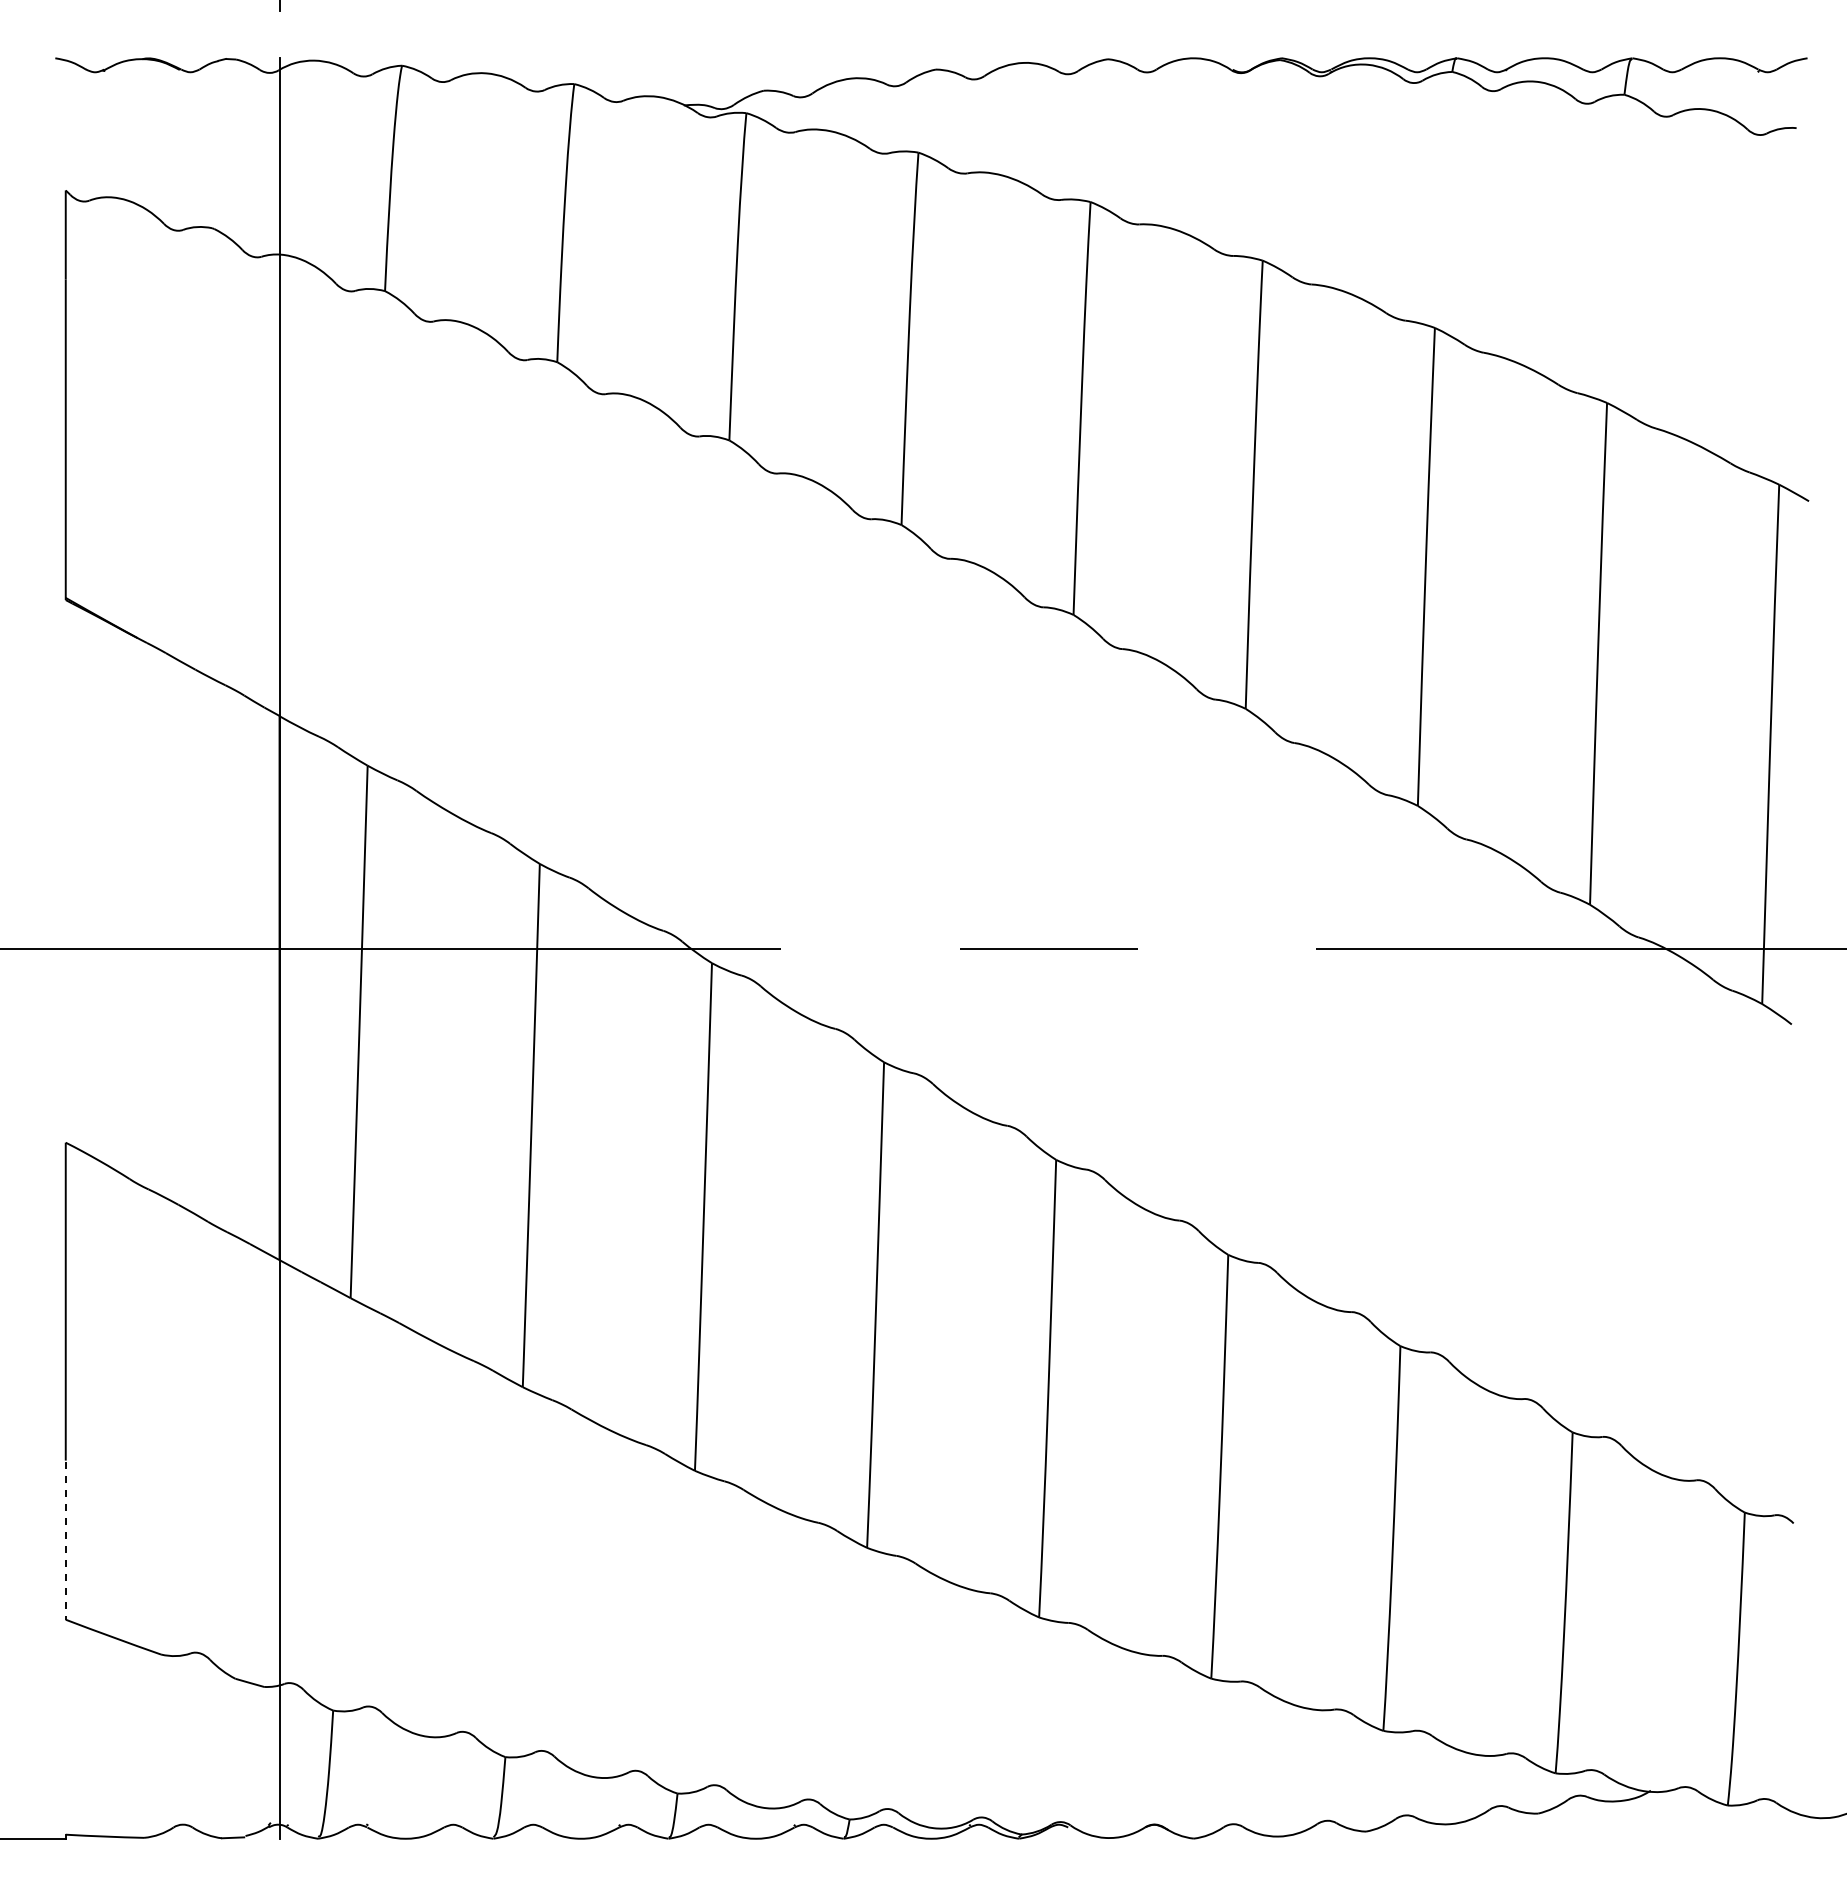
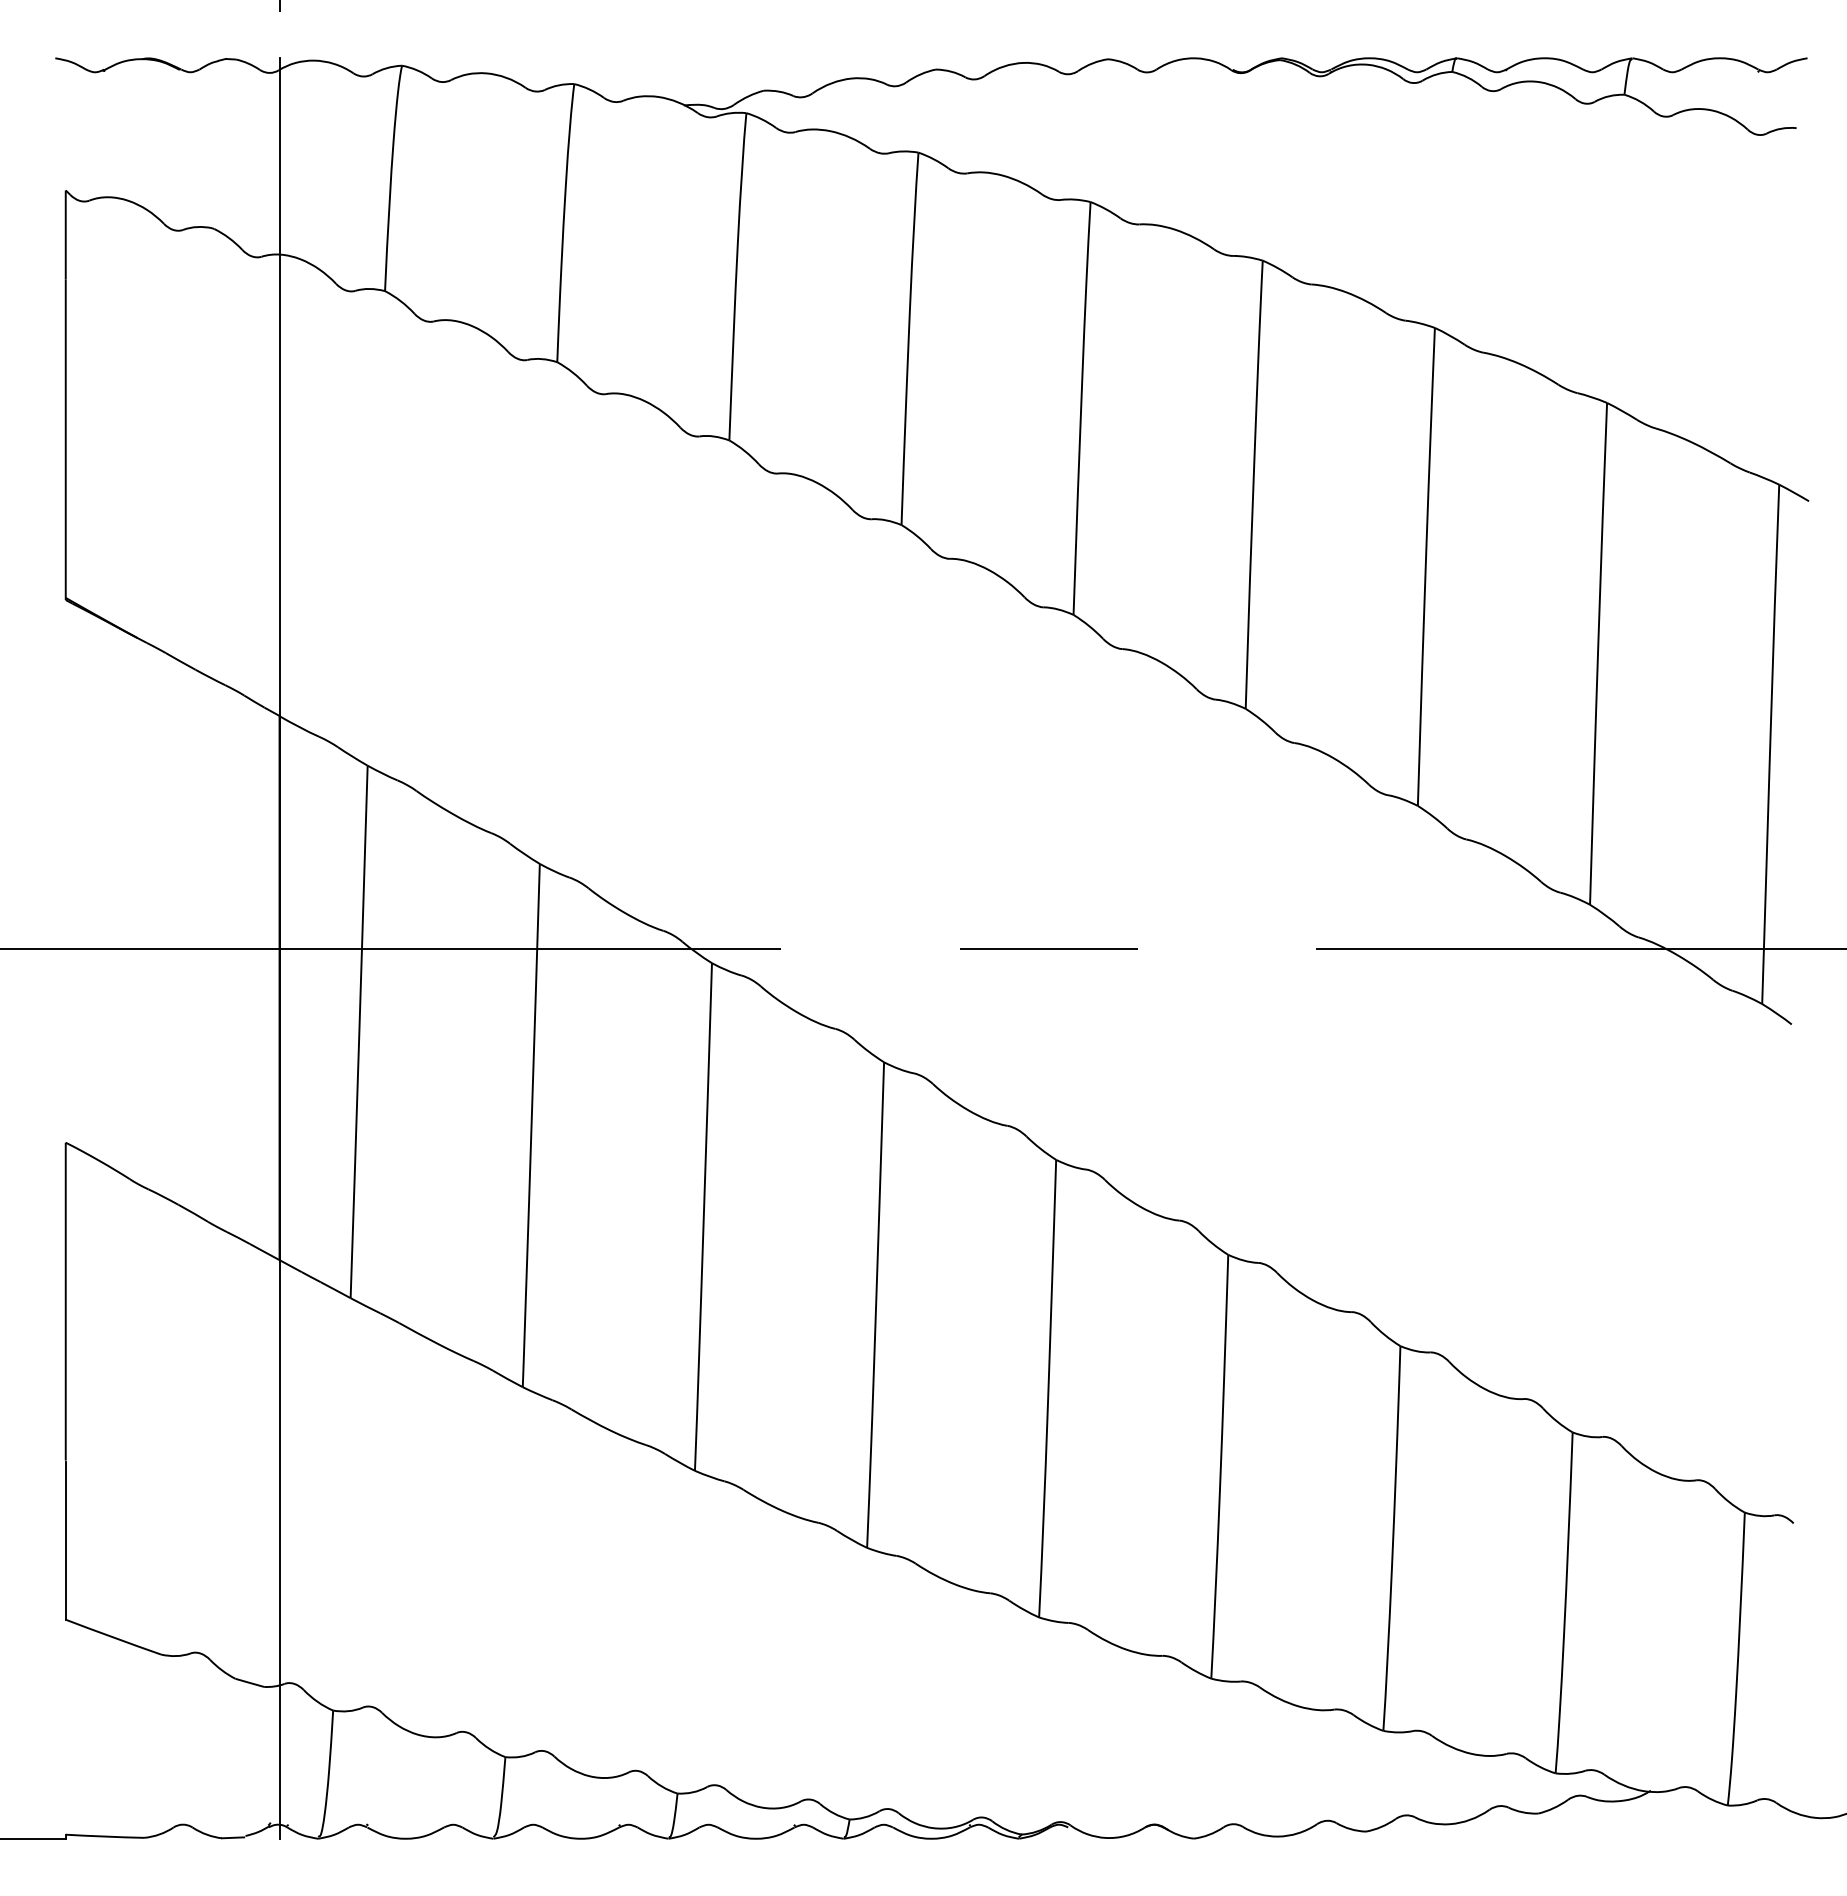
line at (65, 1541): dashed -> solid
